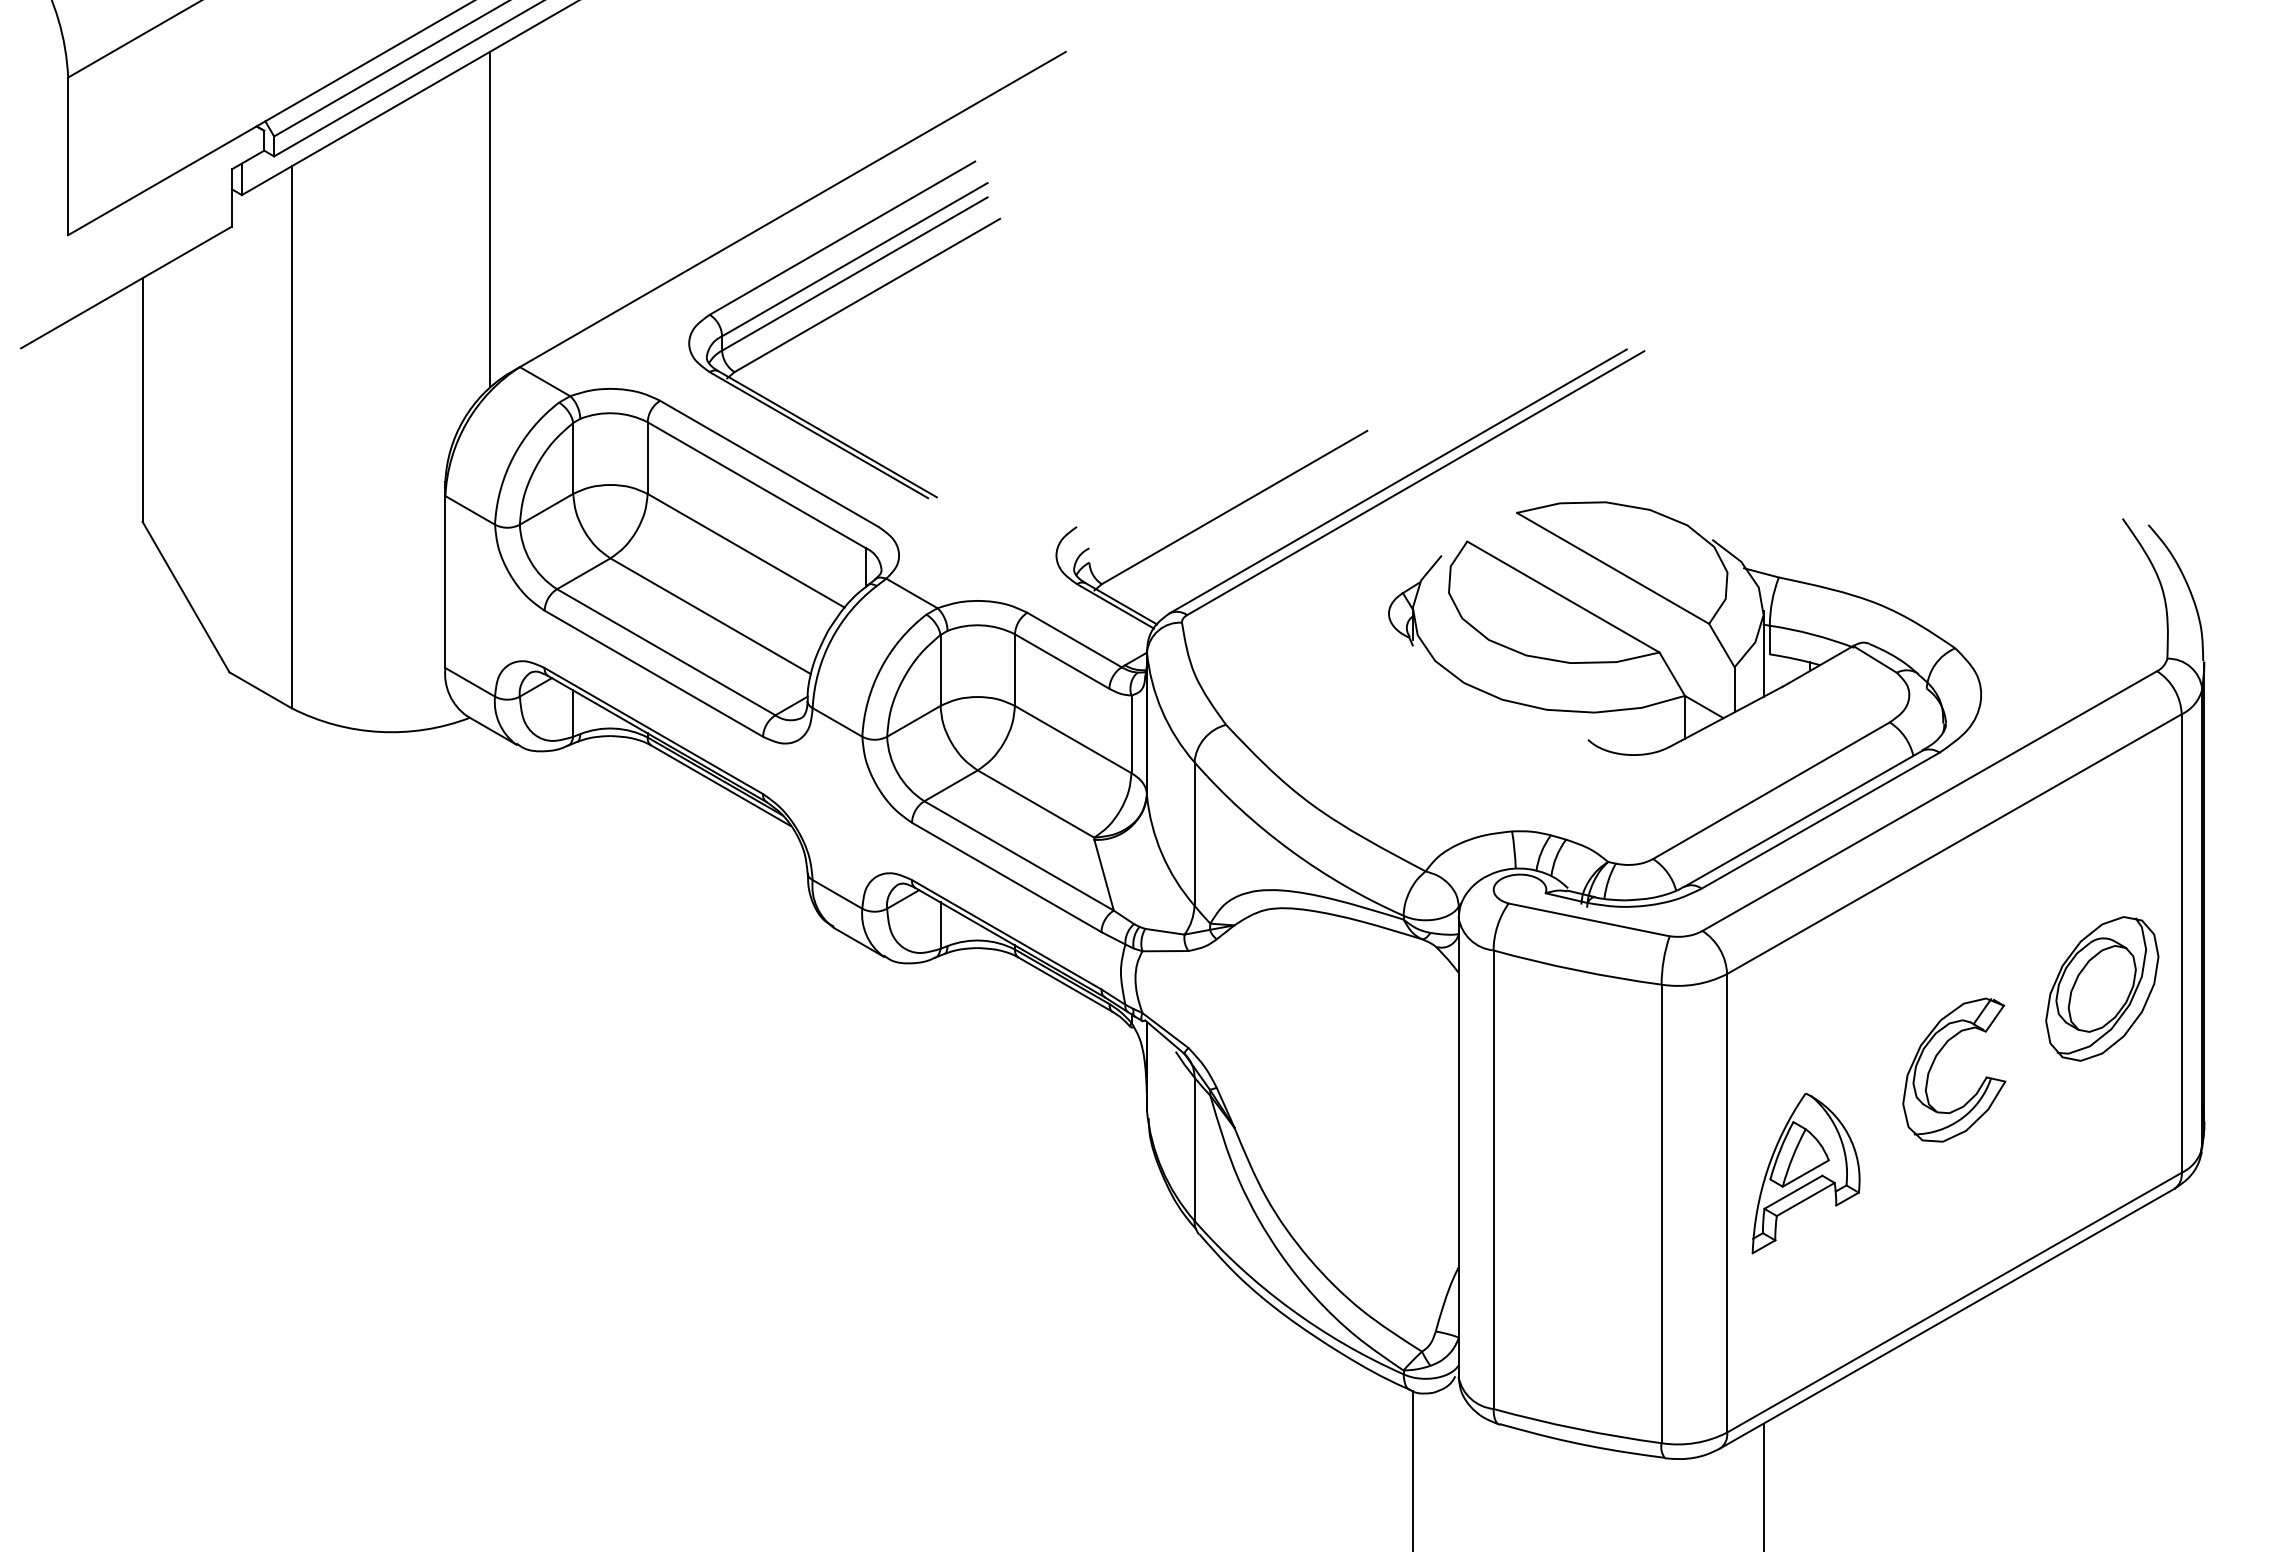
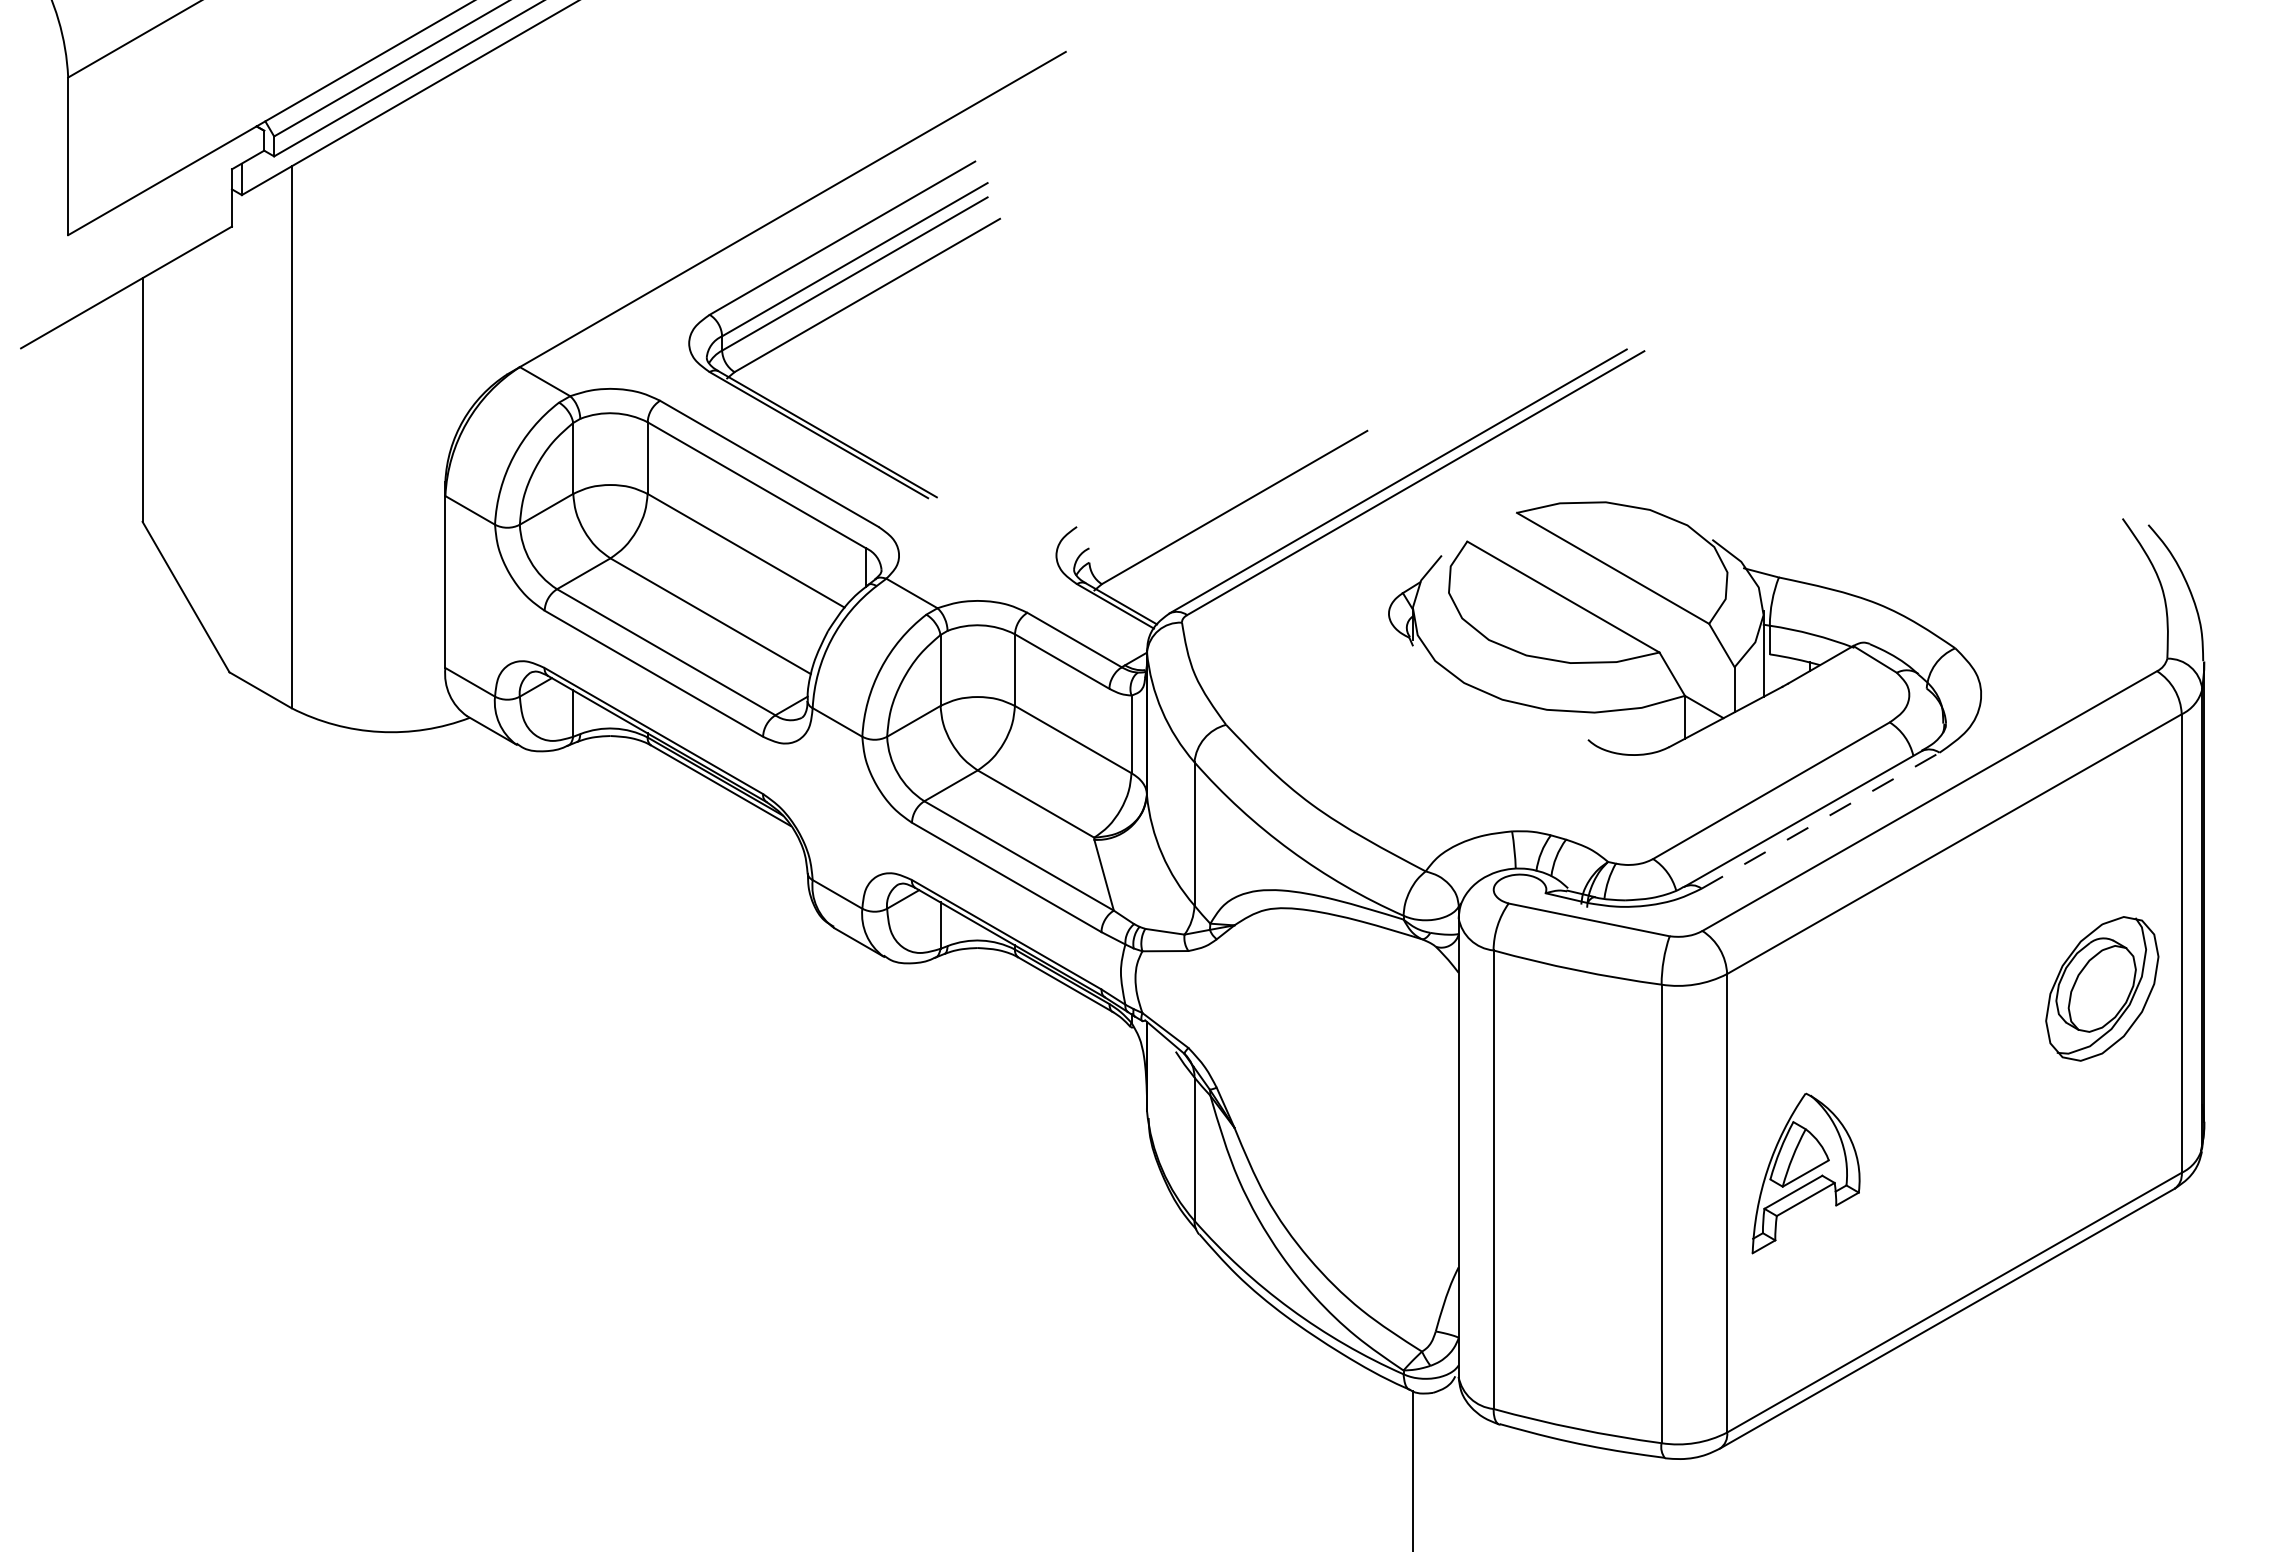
line at (490, 219): present -> none
line at (1820, 820): solid -> dashed
part at (1935, 1060): present -> none
line at (1763, 1485): present -> none
